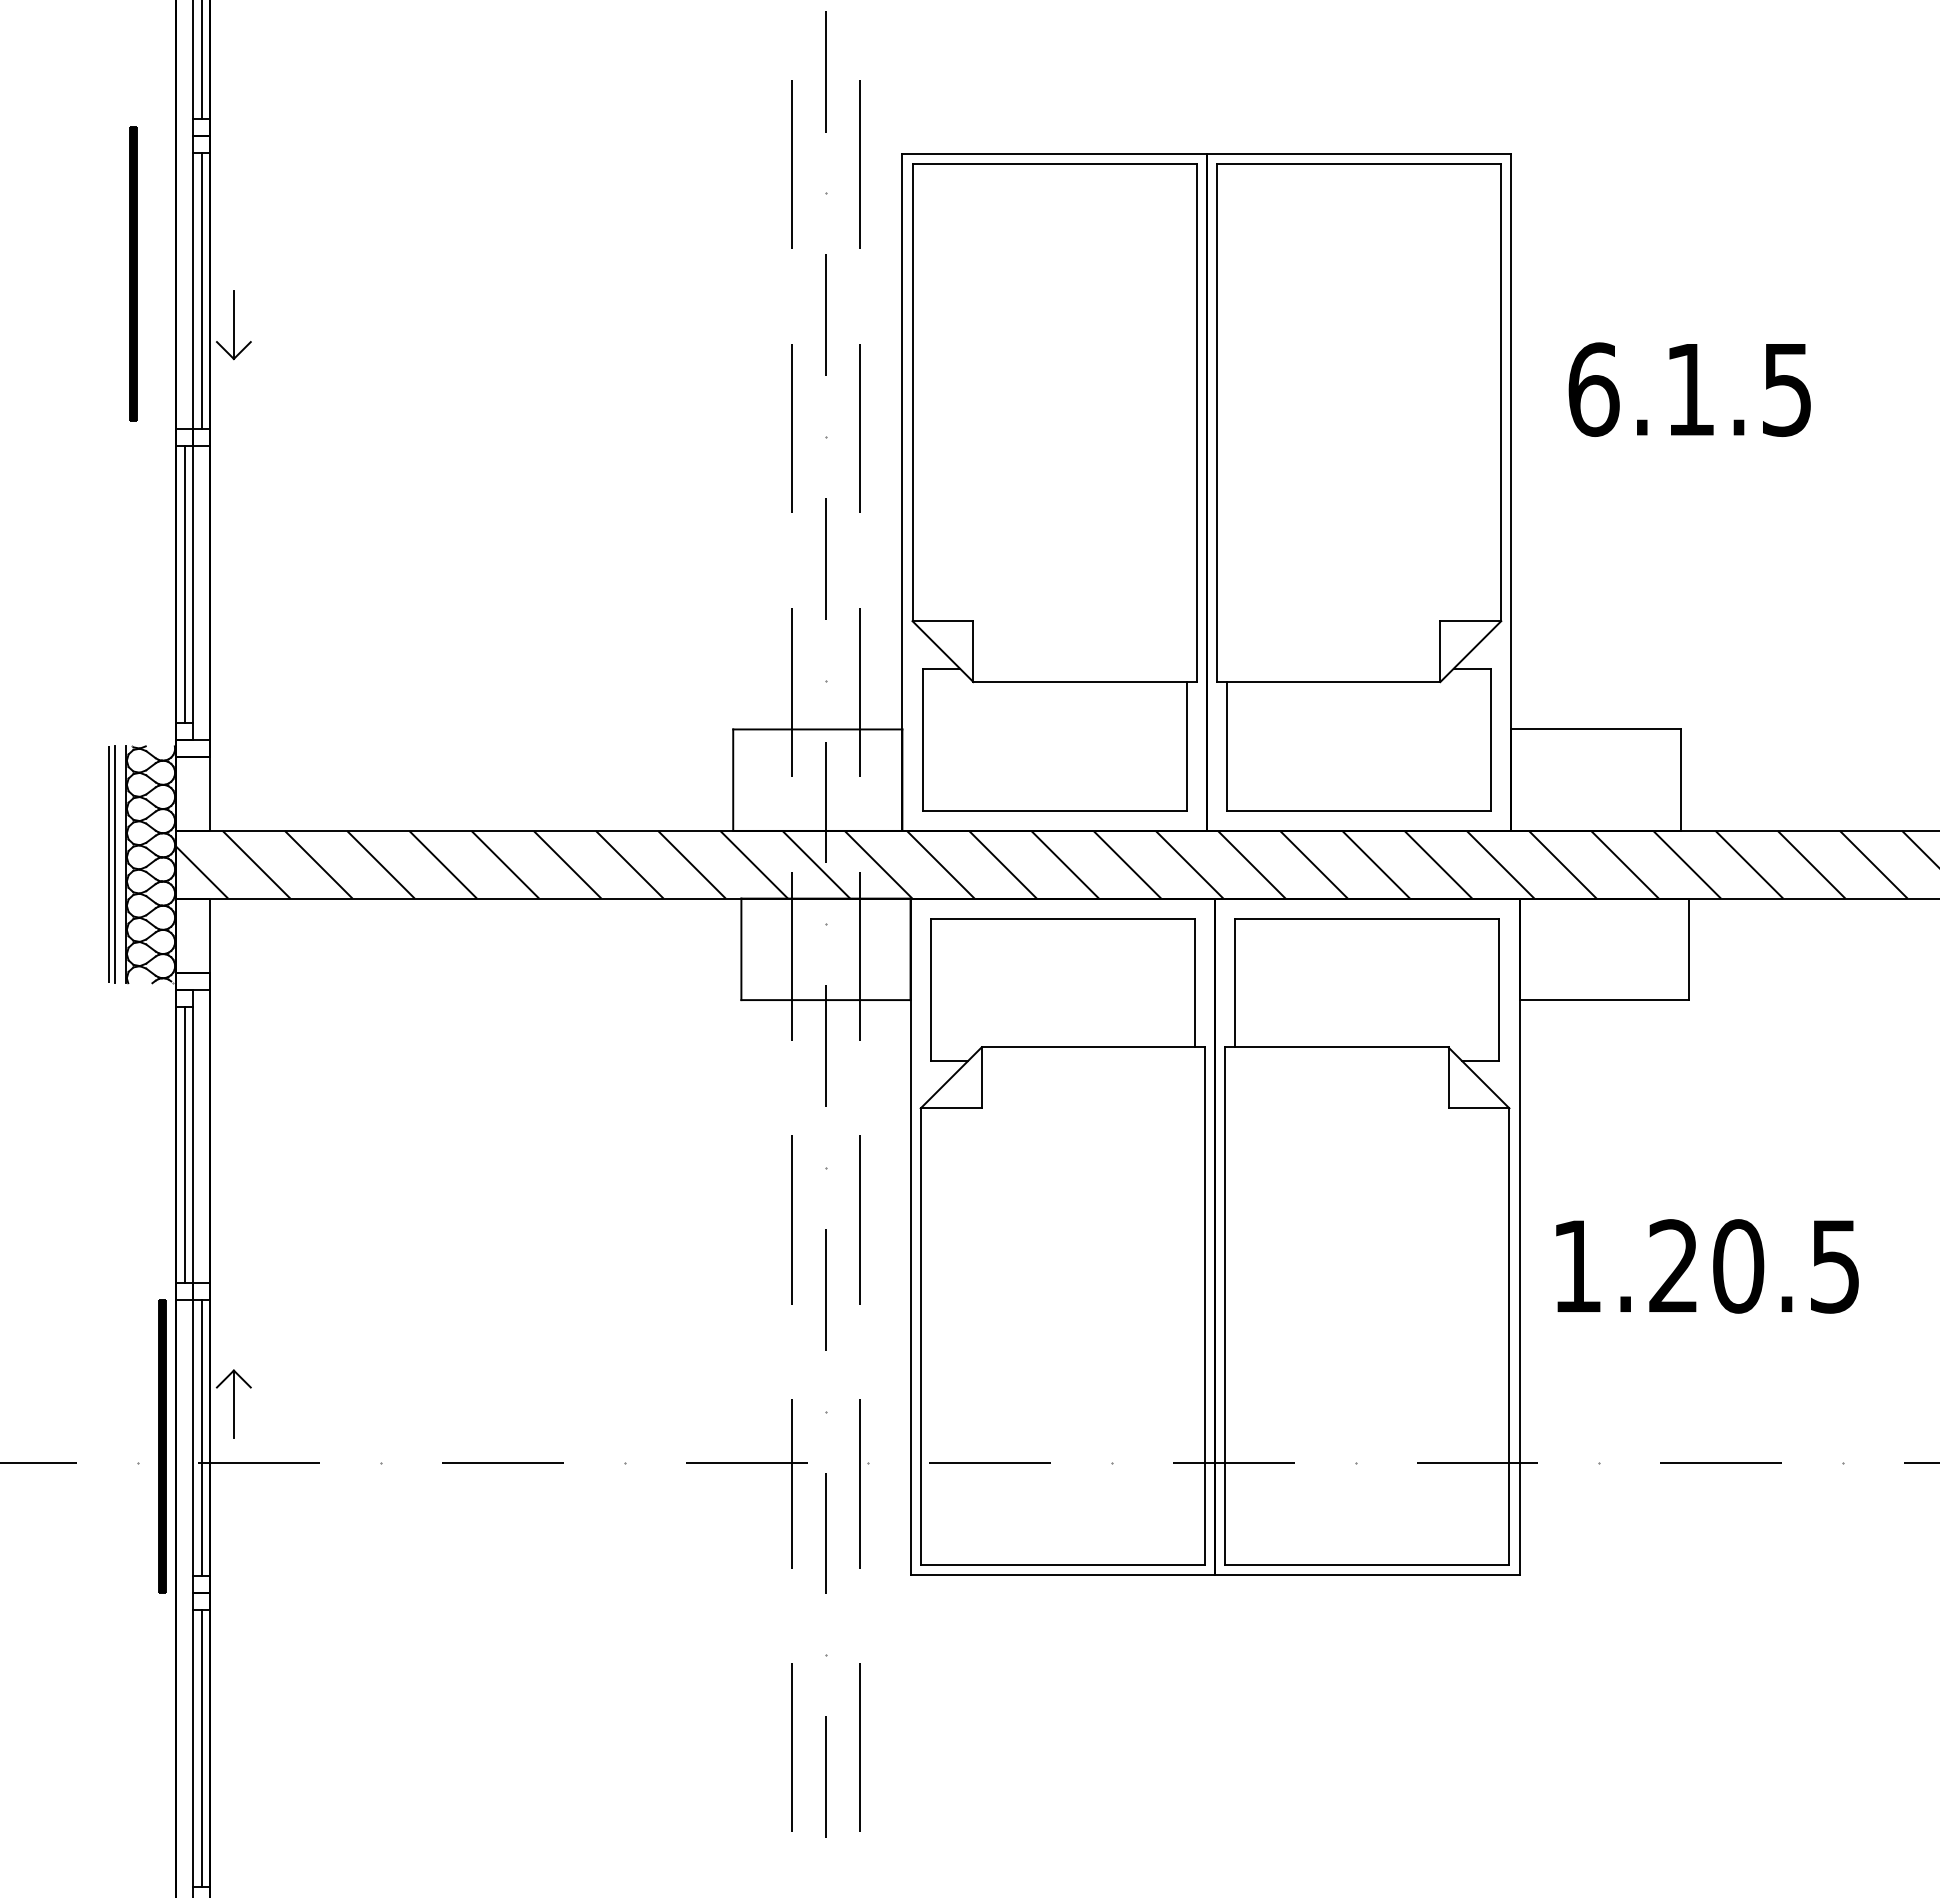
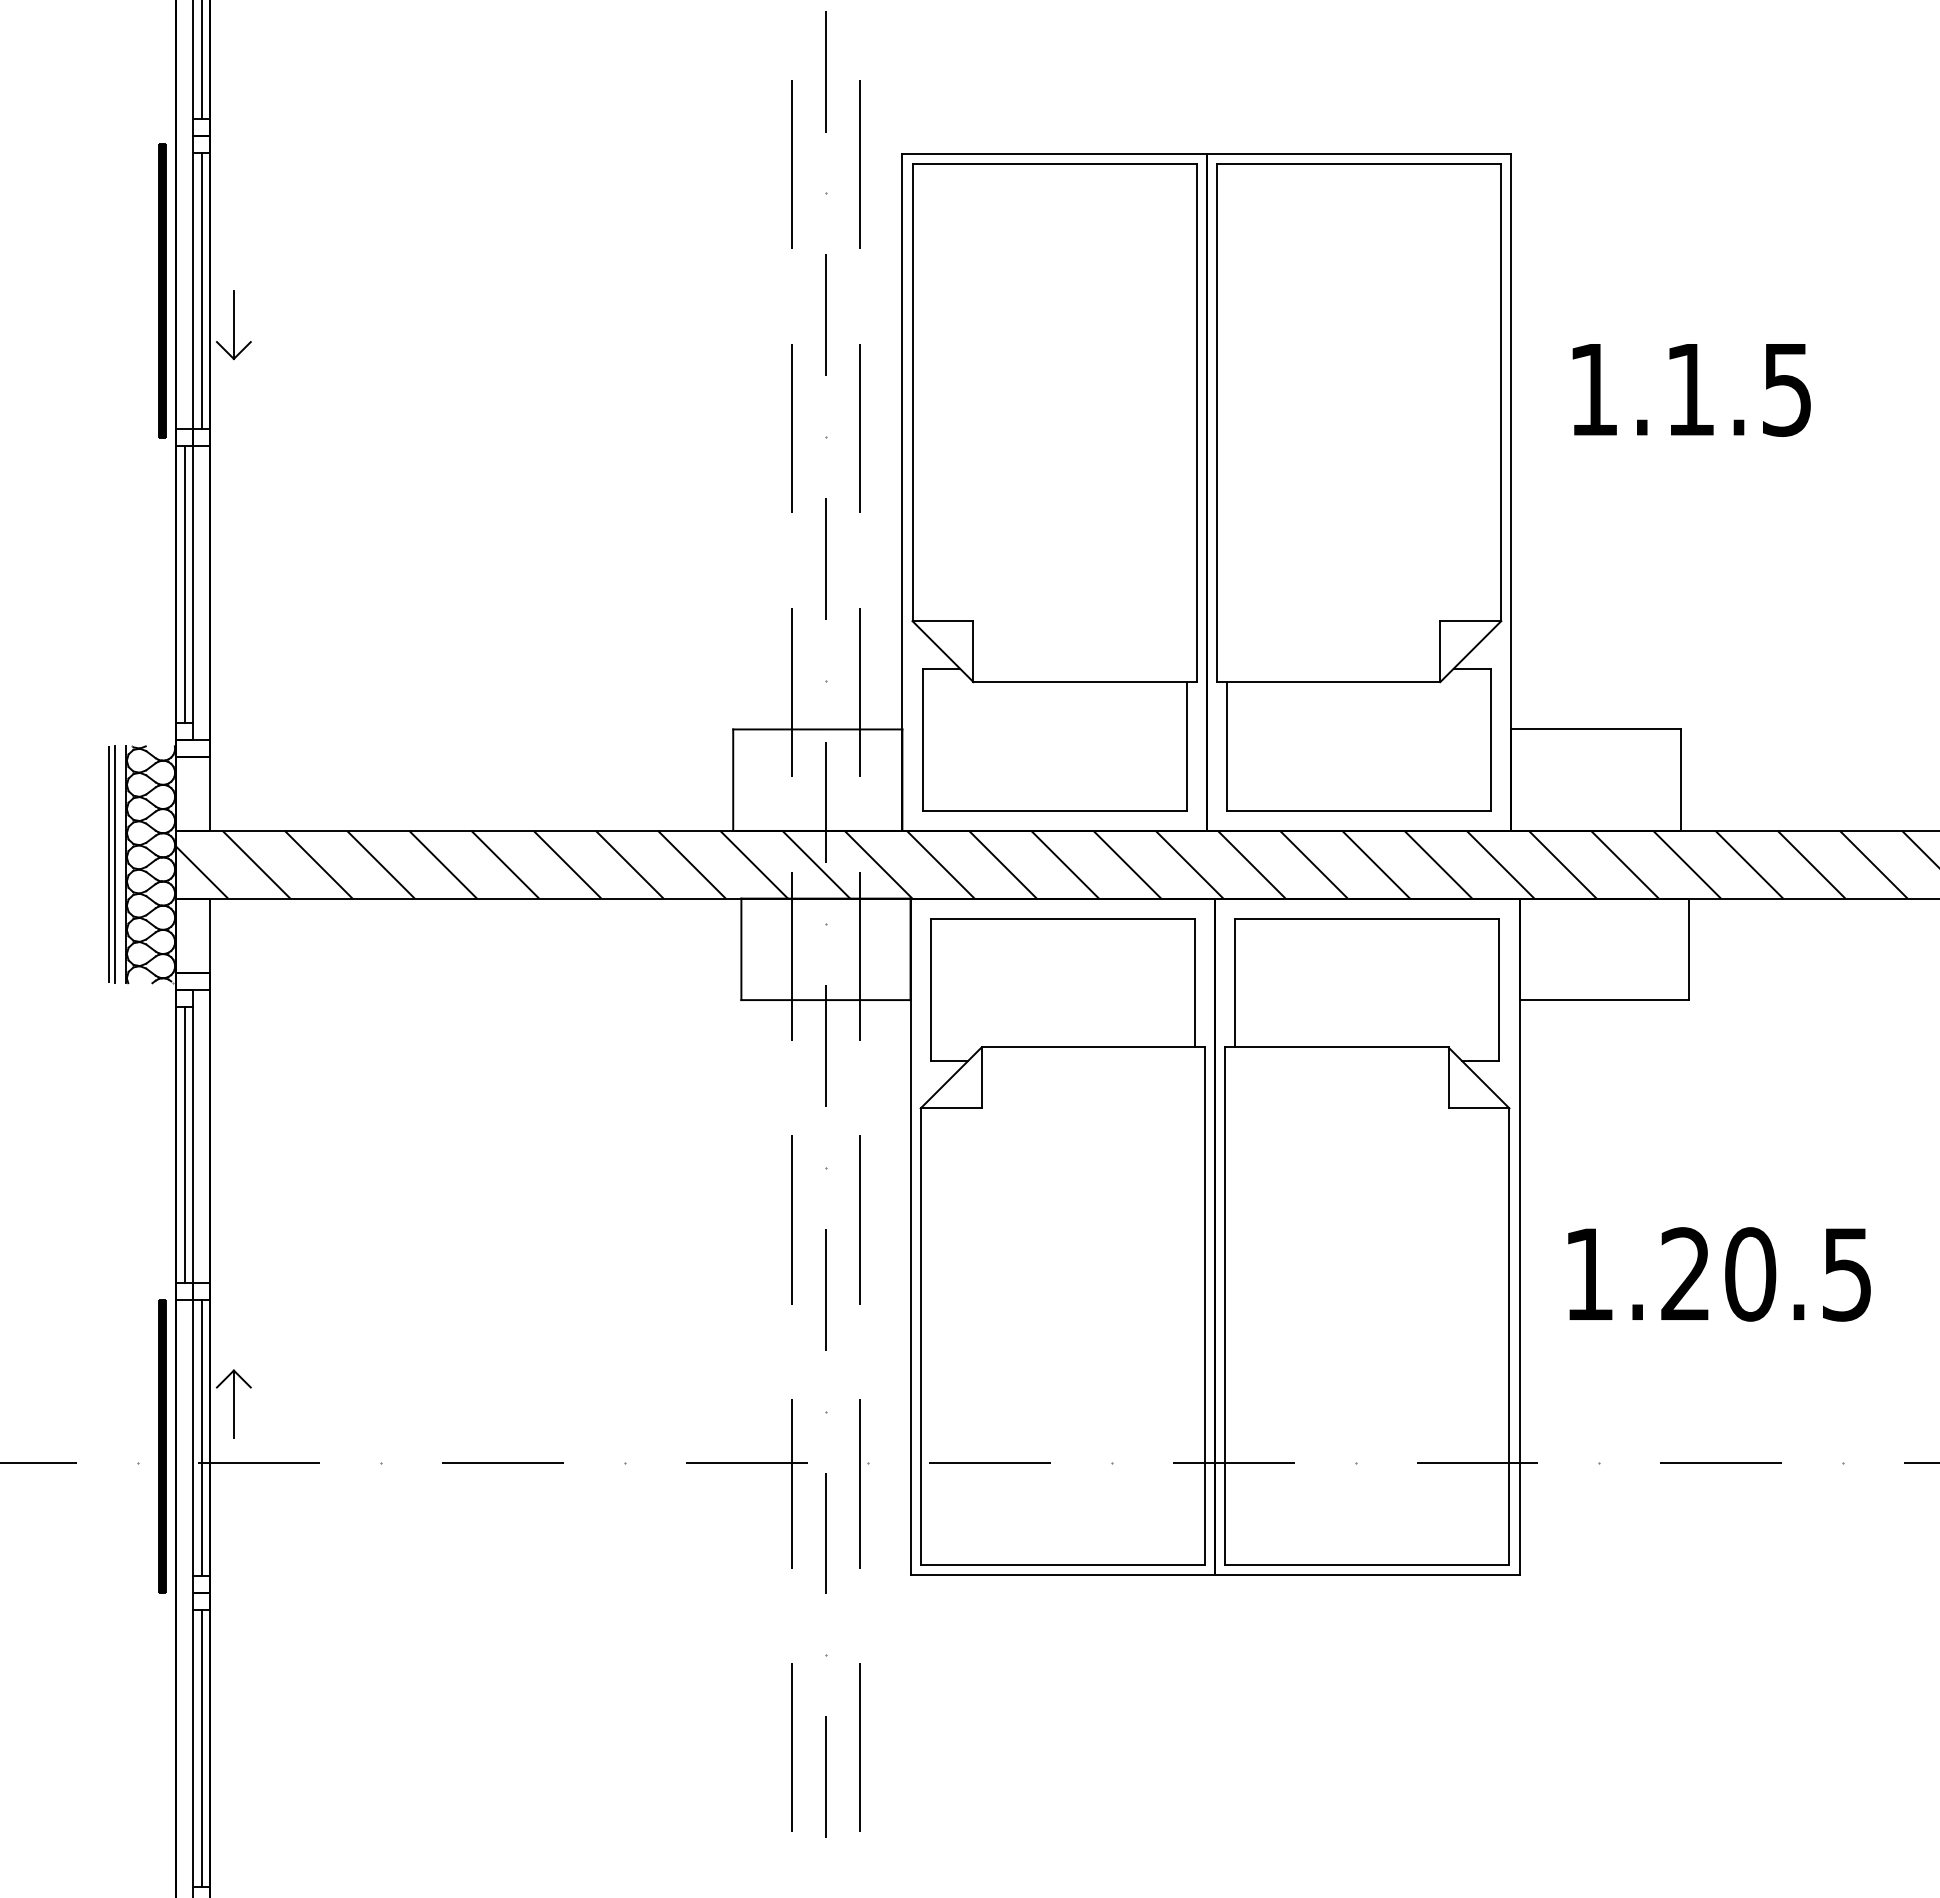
part at (133, 273) position: (133, 273) -> (162, 290)
text at (1593, 389): 6.1.5 -> 1.1.5
text at (1707, 1266) position: (1707, 1266) -> (1719, 1274)
